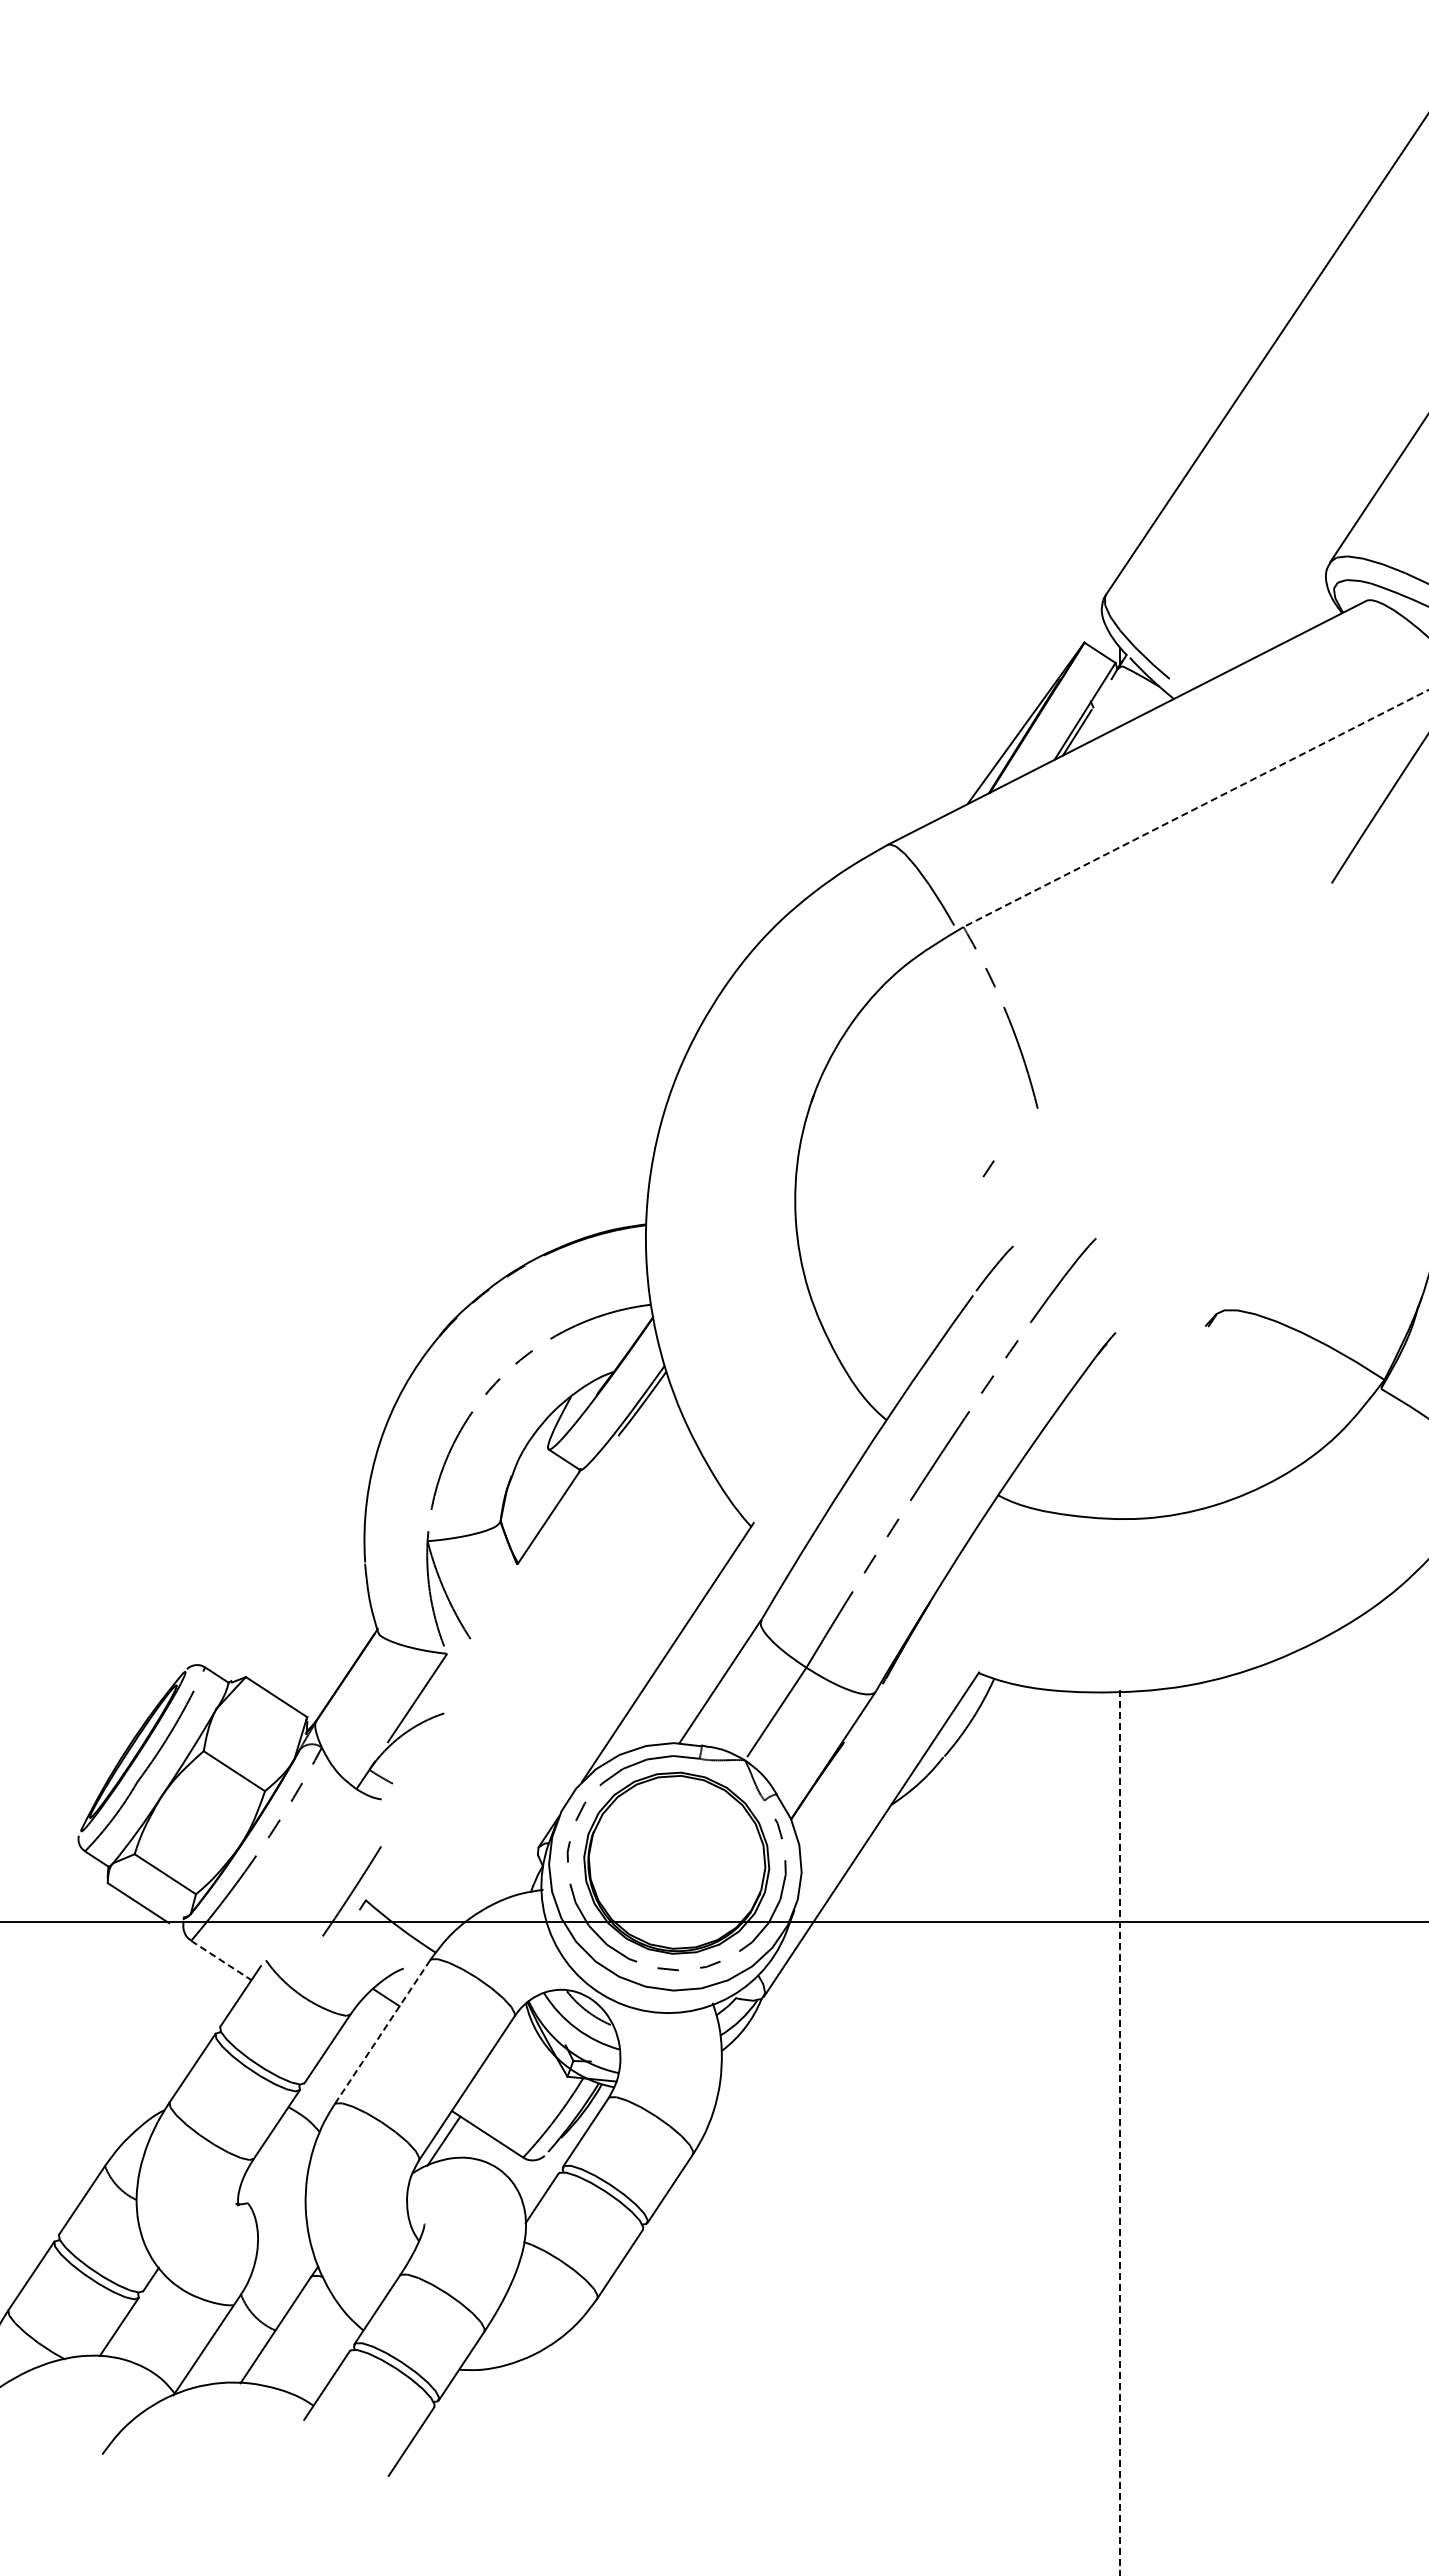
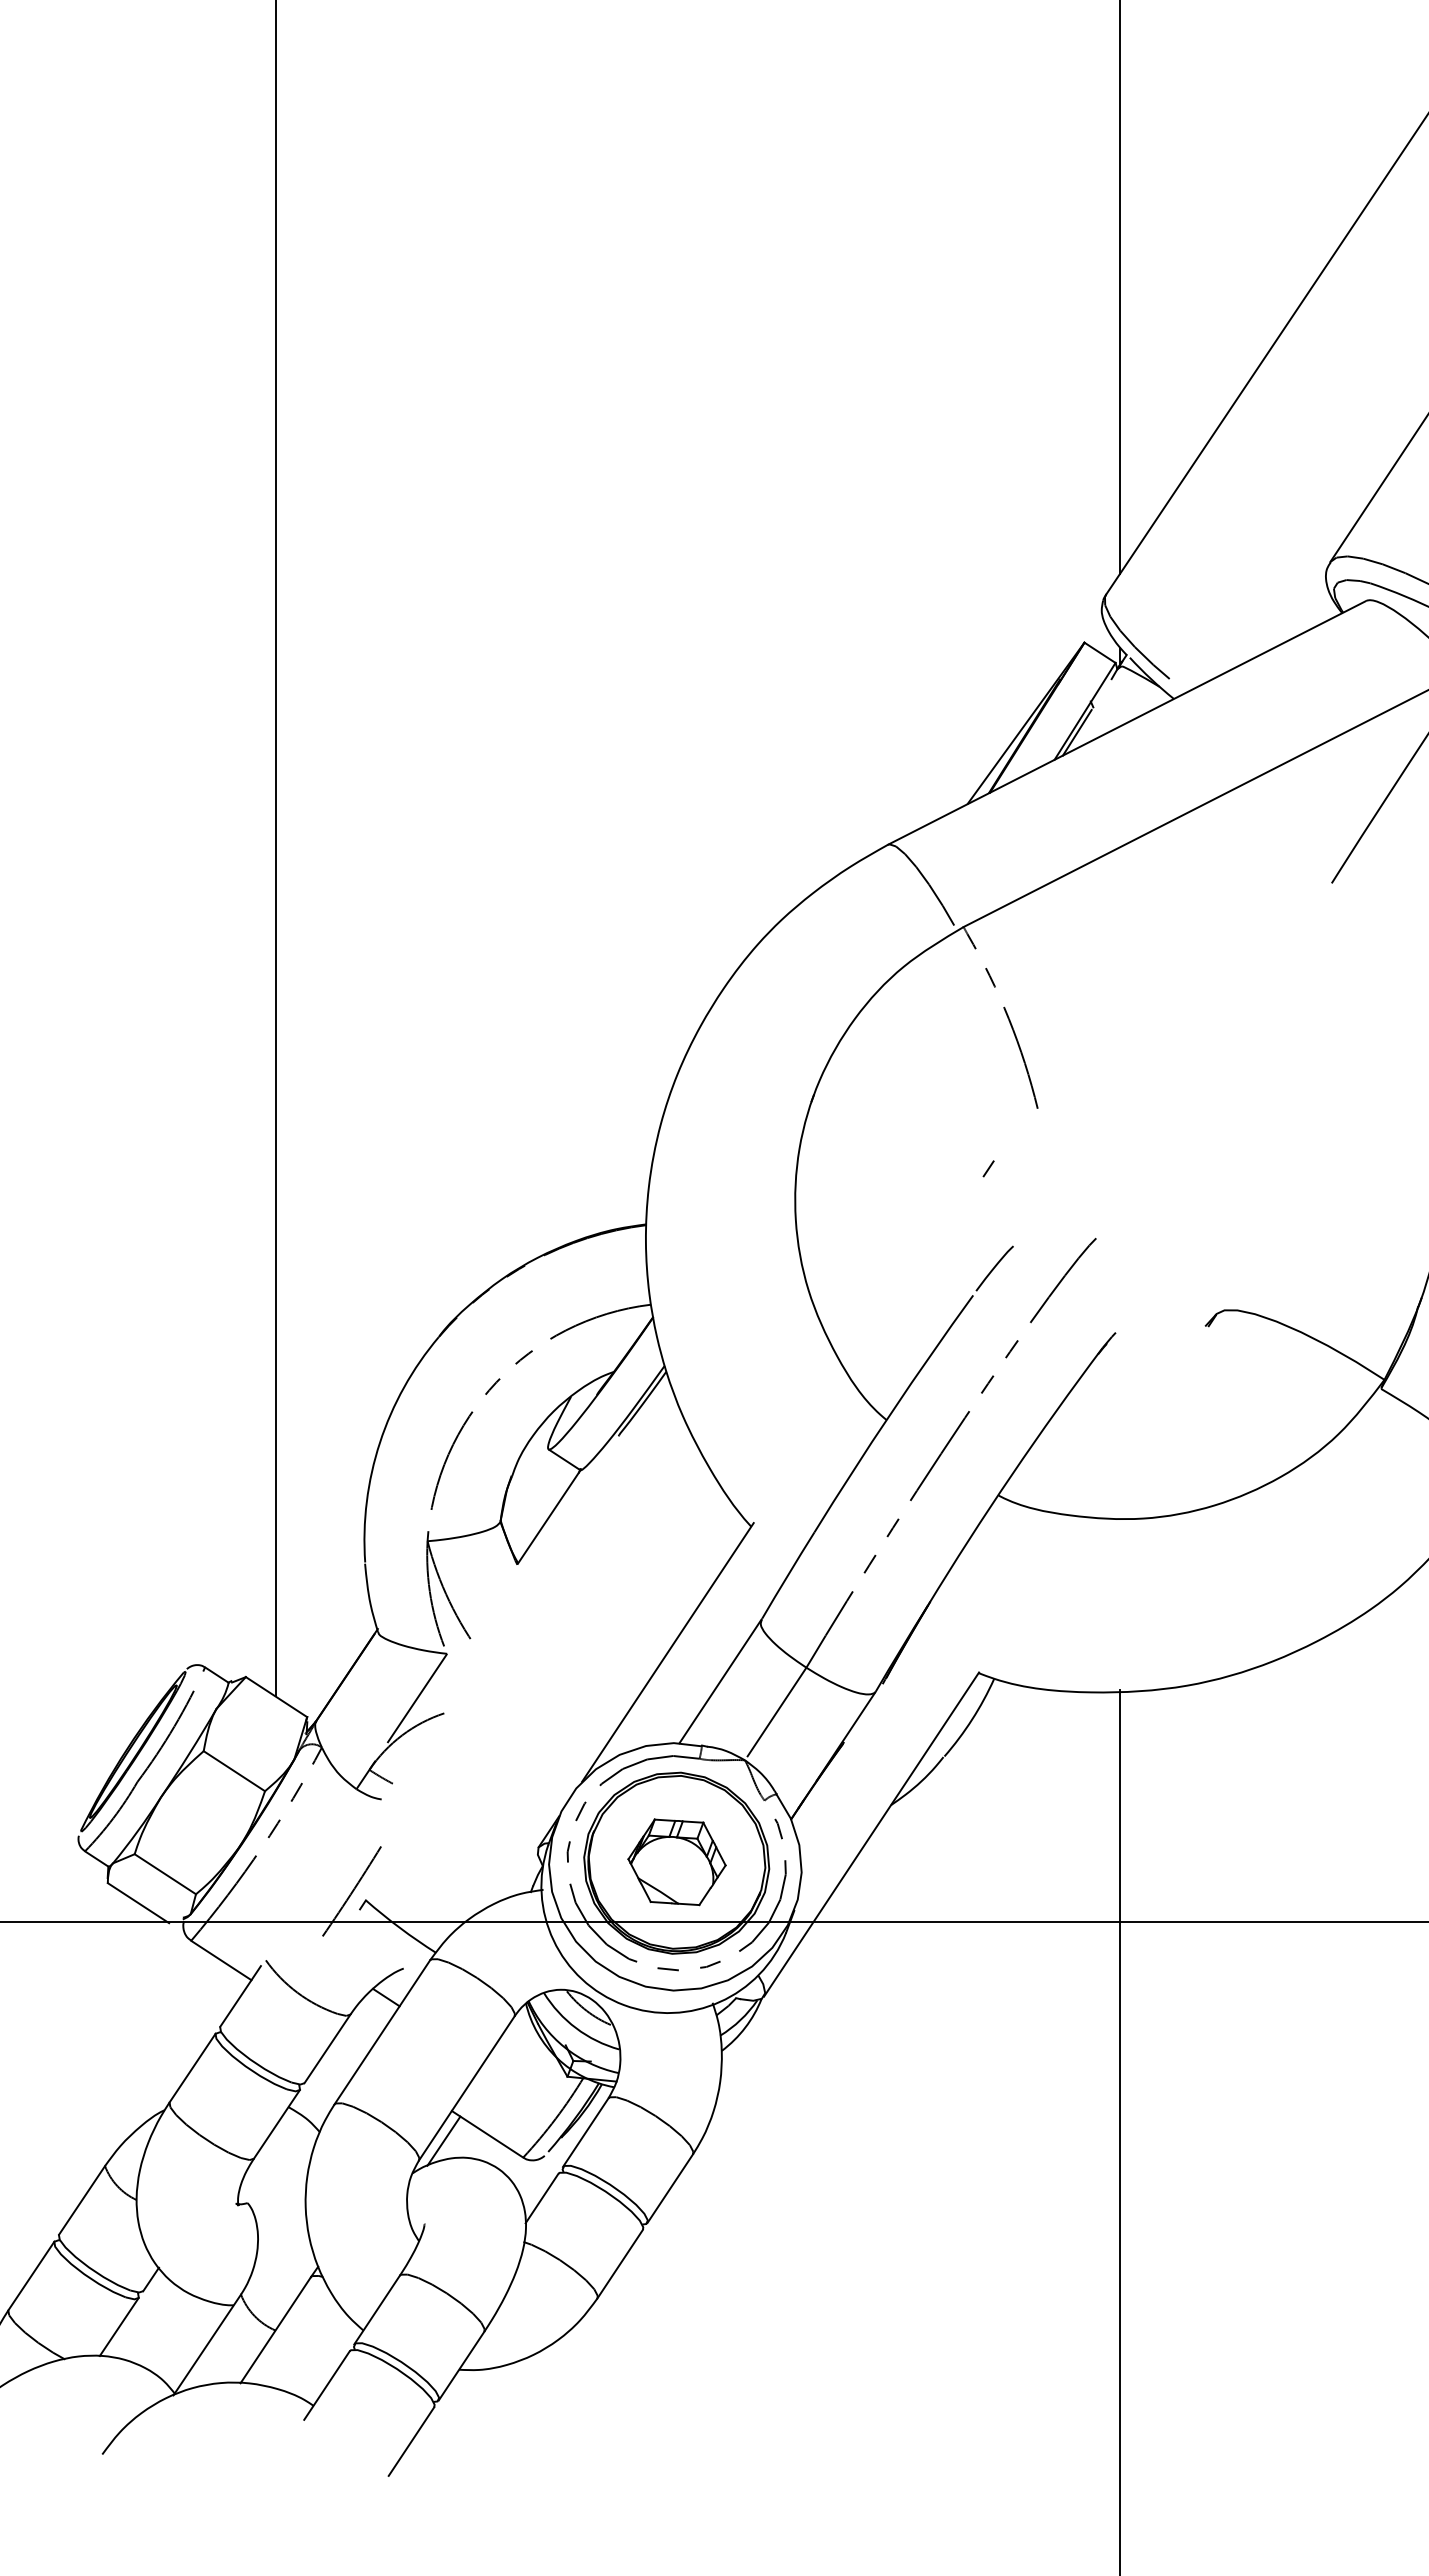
line at (1120, 287): none -> present
line at (1196, 808): dashed -> solid
line at (275, 849): none -> present
part at (676, 1862): none -> present
line at (221, 1960): dashed -> solid
line at (382, 2032): dashed -> solid
line at (1120, 2133): dashed -> solid
